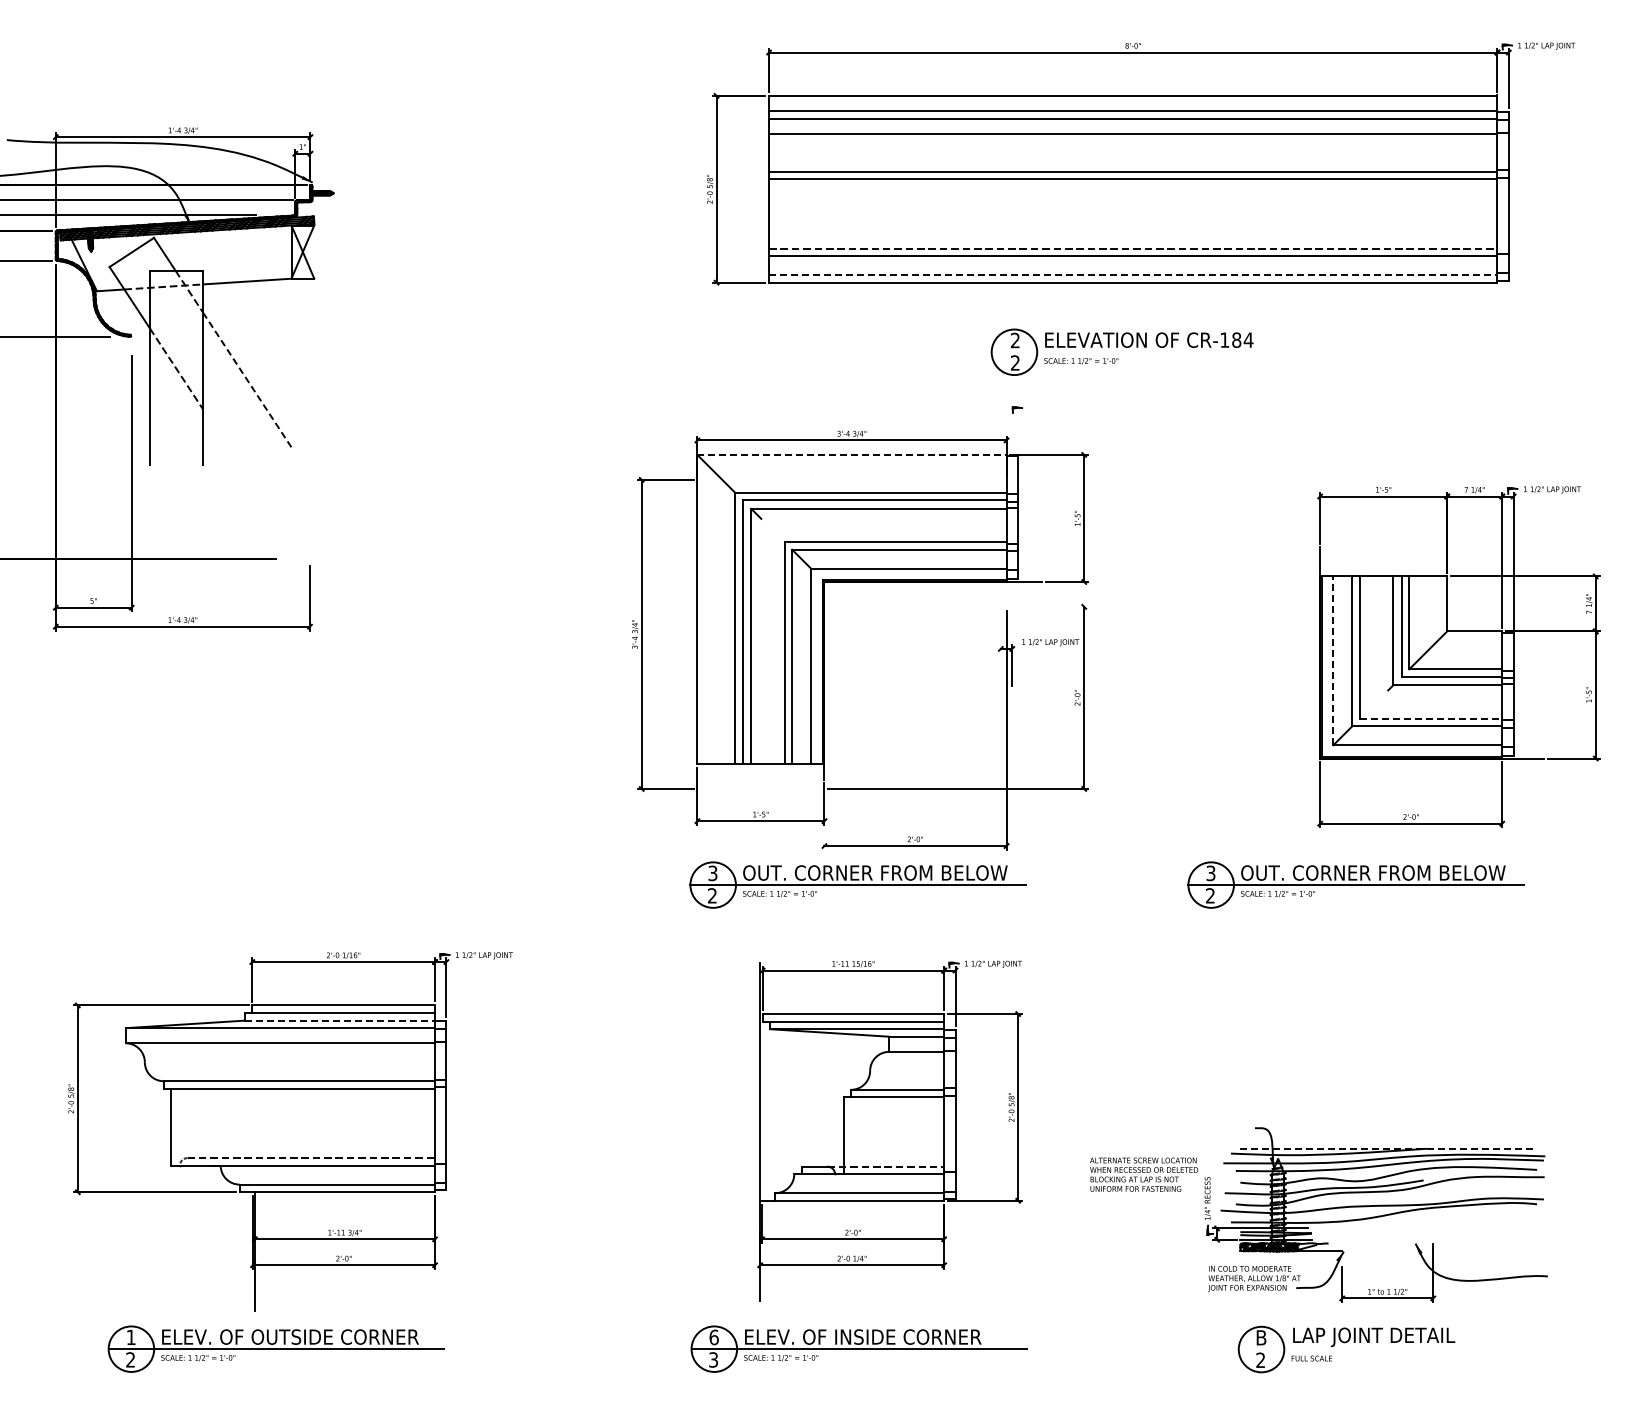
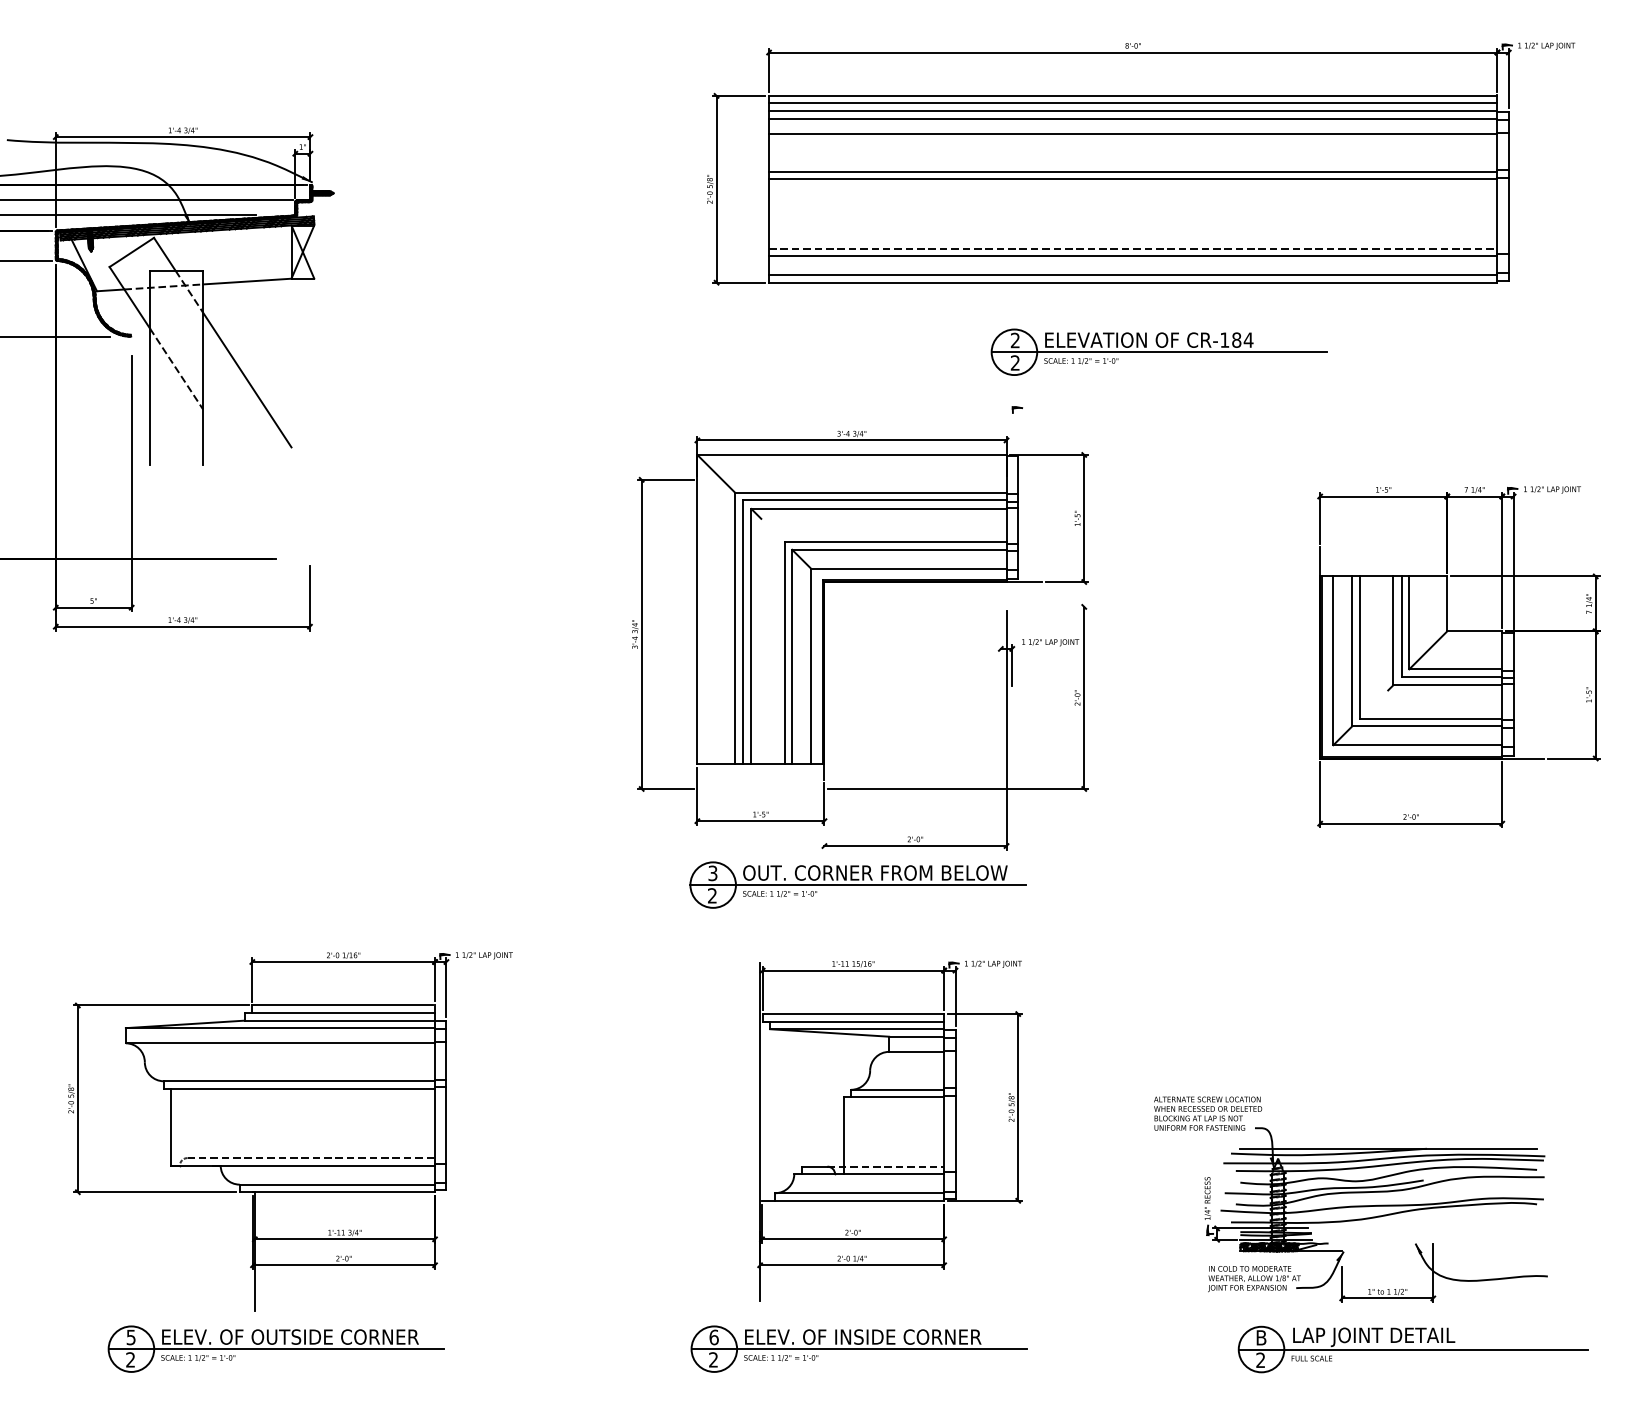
line at (1133, 103): none -> present
line at (1133, 275): dashed -> solid
line at (1159, 352): none -> present
line at (247, 380): dashed -> solid
line at (851, 454): dashed -> solid
line at (1333, 660): dashed -> solid
line at (1431, 718): dashed -> solid
part at (1355, 884): present -> none
line at (340, 1020): dashed -> solid
line at (1389, 1148): dashed -> solid
text at (1144, 1174) position: (1144, 1174) -> (1208, 1113)
text at (130, 1337): 1 -> 5
line at (1412, 1349): none -> present
text at (713, 1359): 3 -> 2
